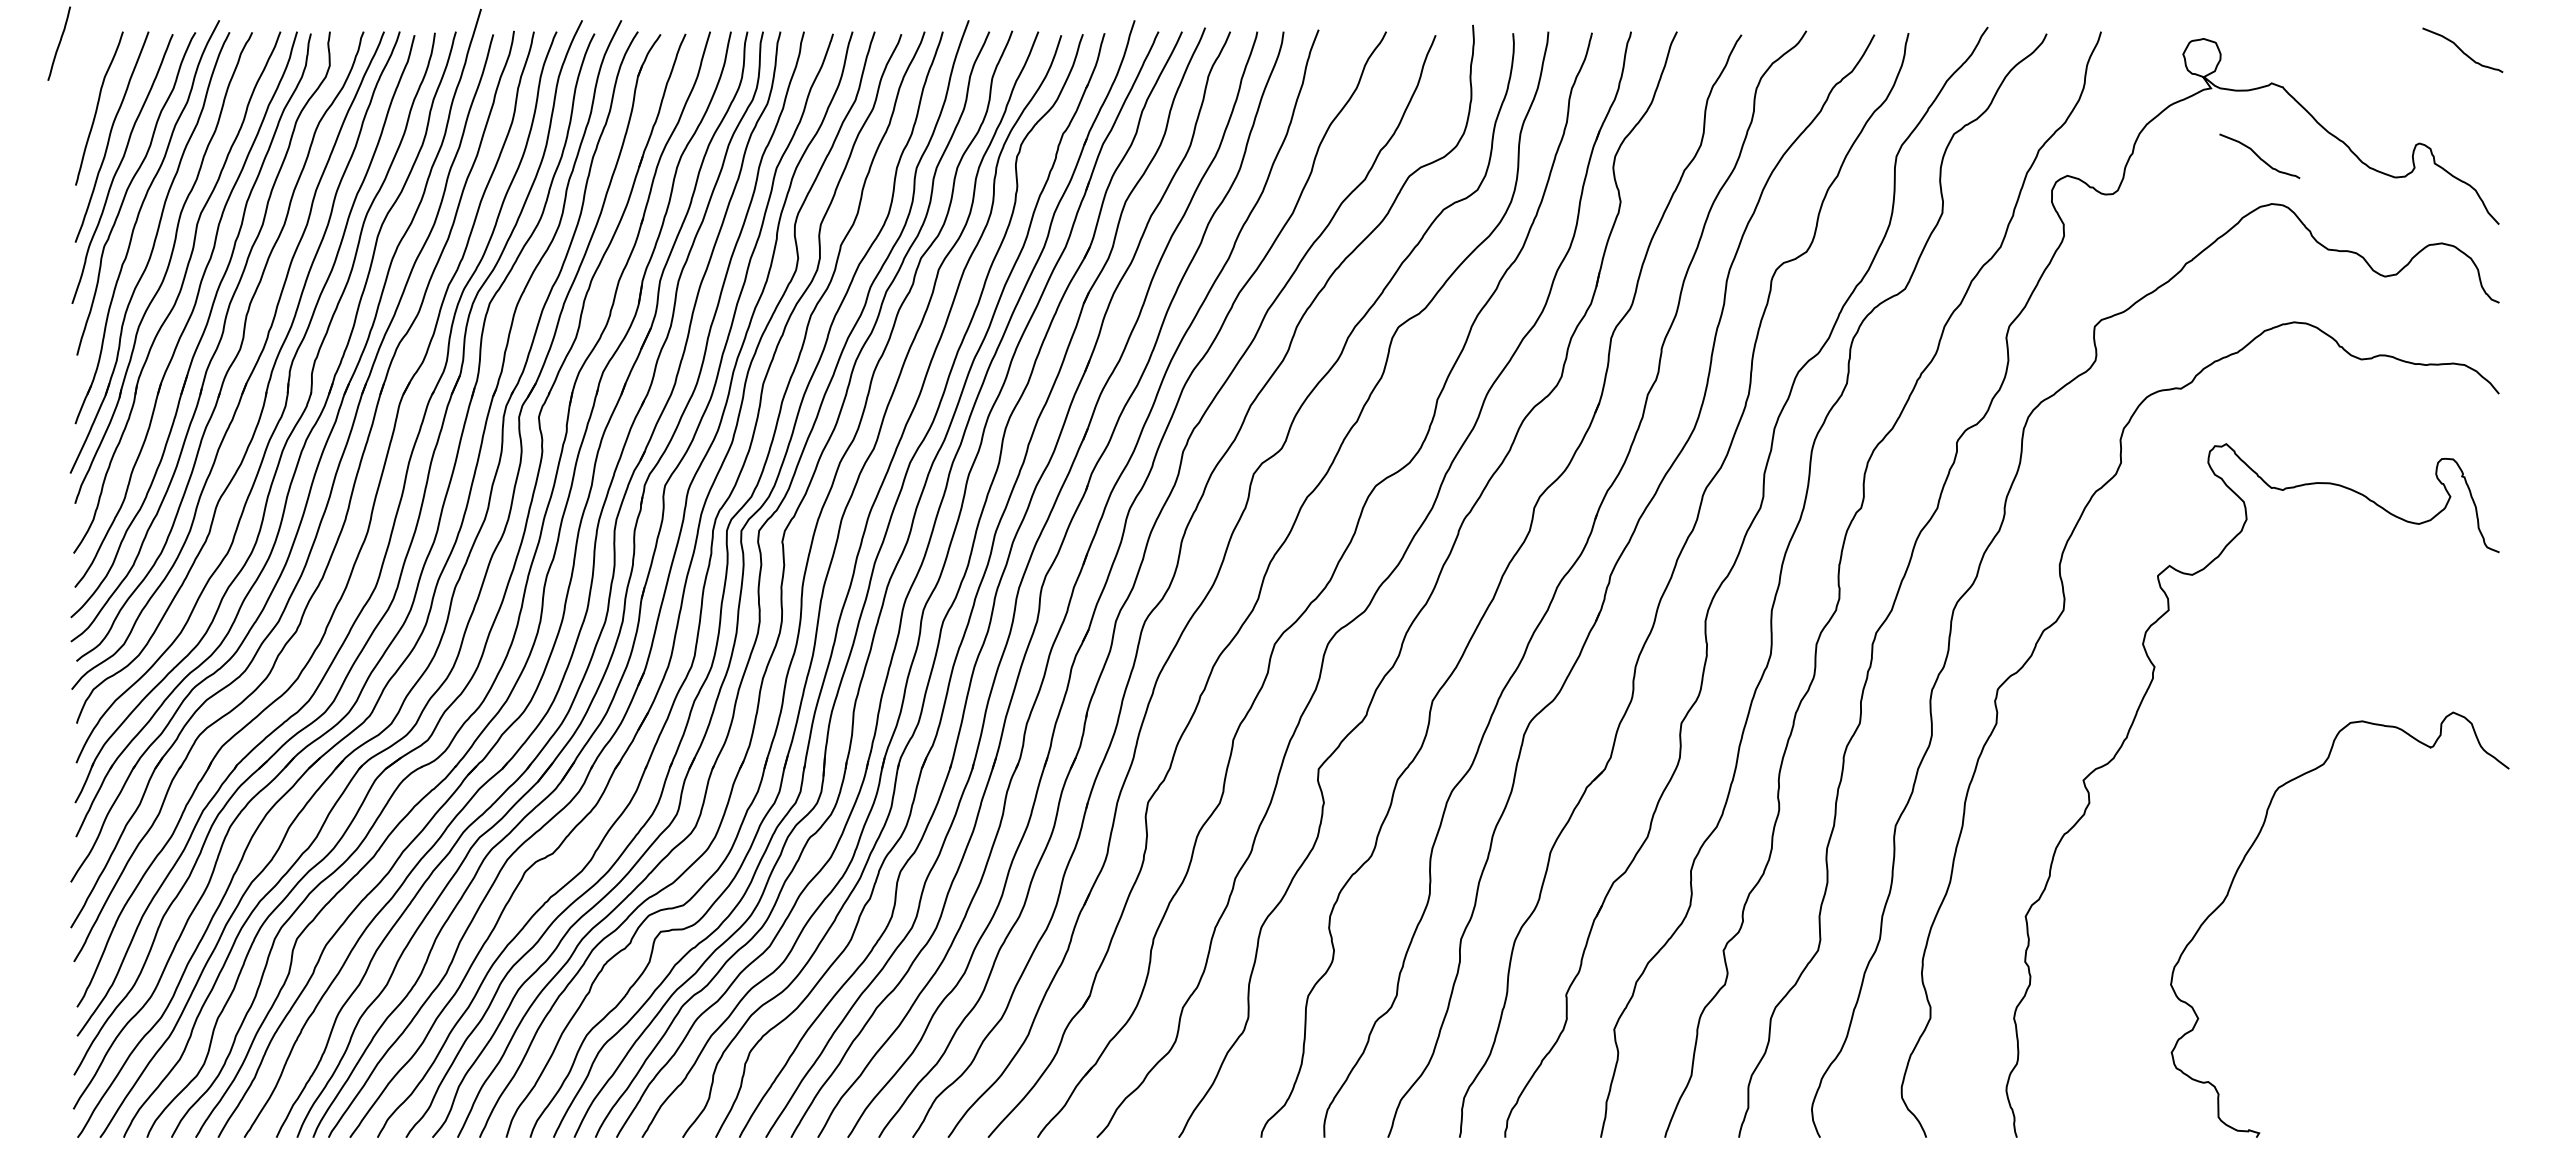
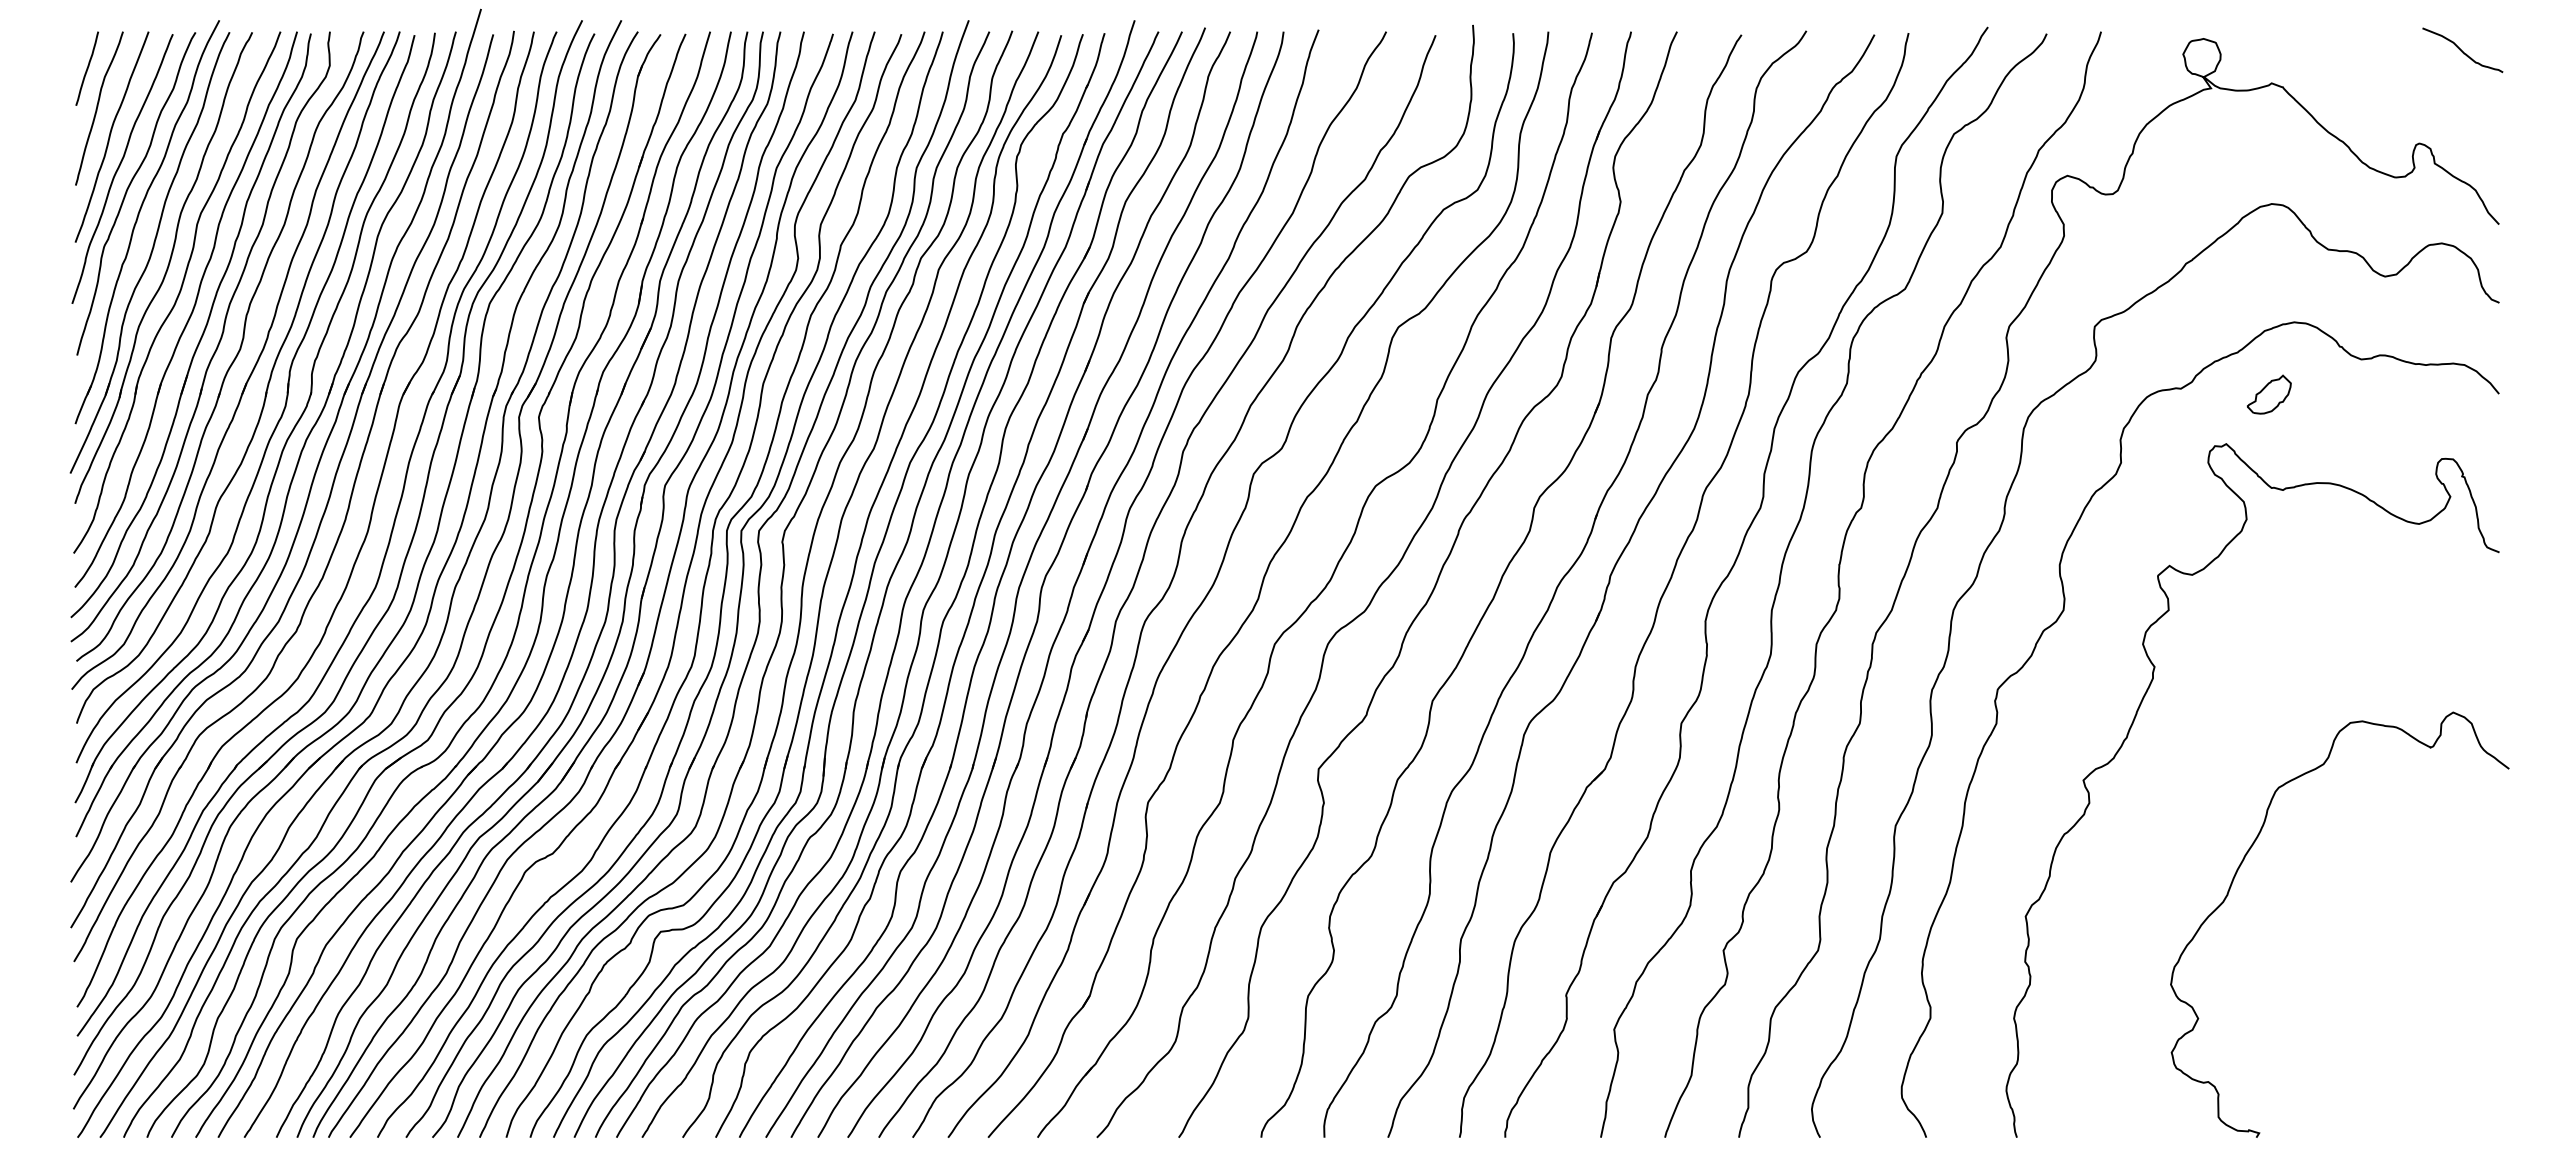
line at (58, 43) position: (58, 43) -> (86, 68)
curve at (2259, 156): present -> none
part at (2268, 394): none -> present
